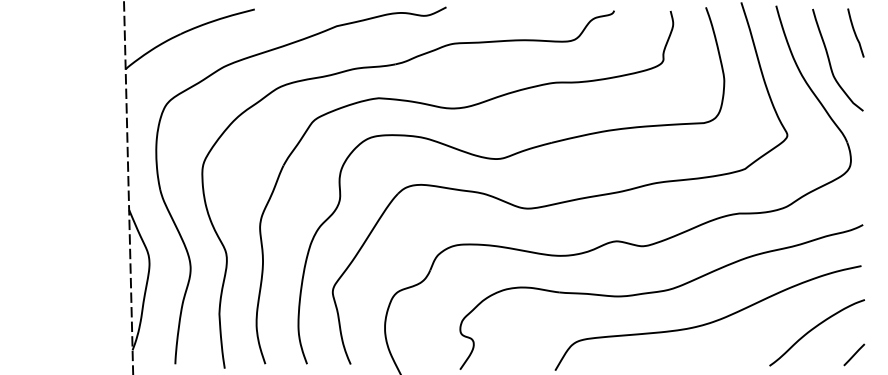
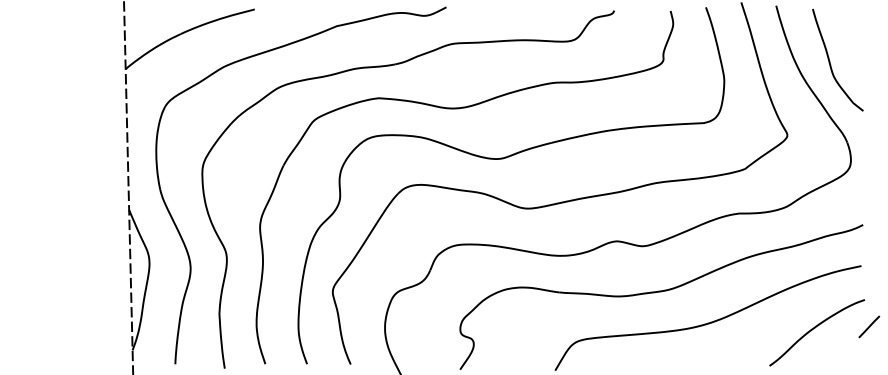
curve at (855, 32): present -> none
line at (854, 354) position: (854, 354) -> (869, 326)
